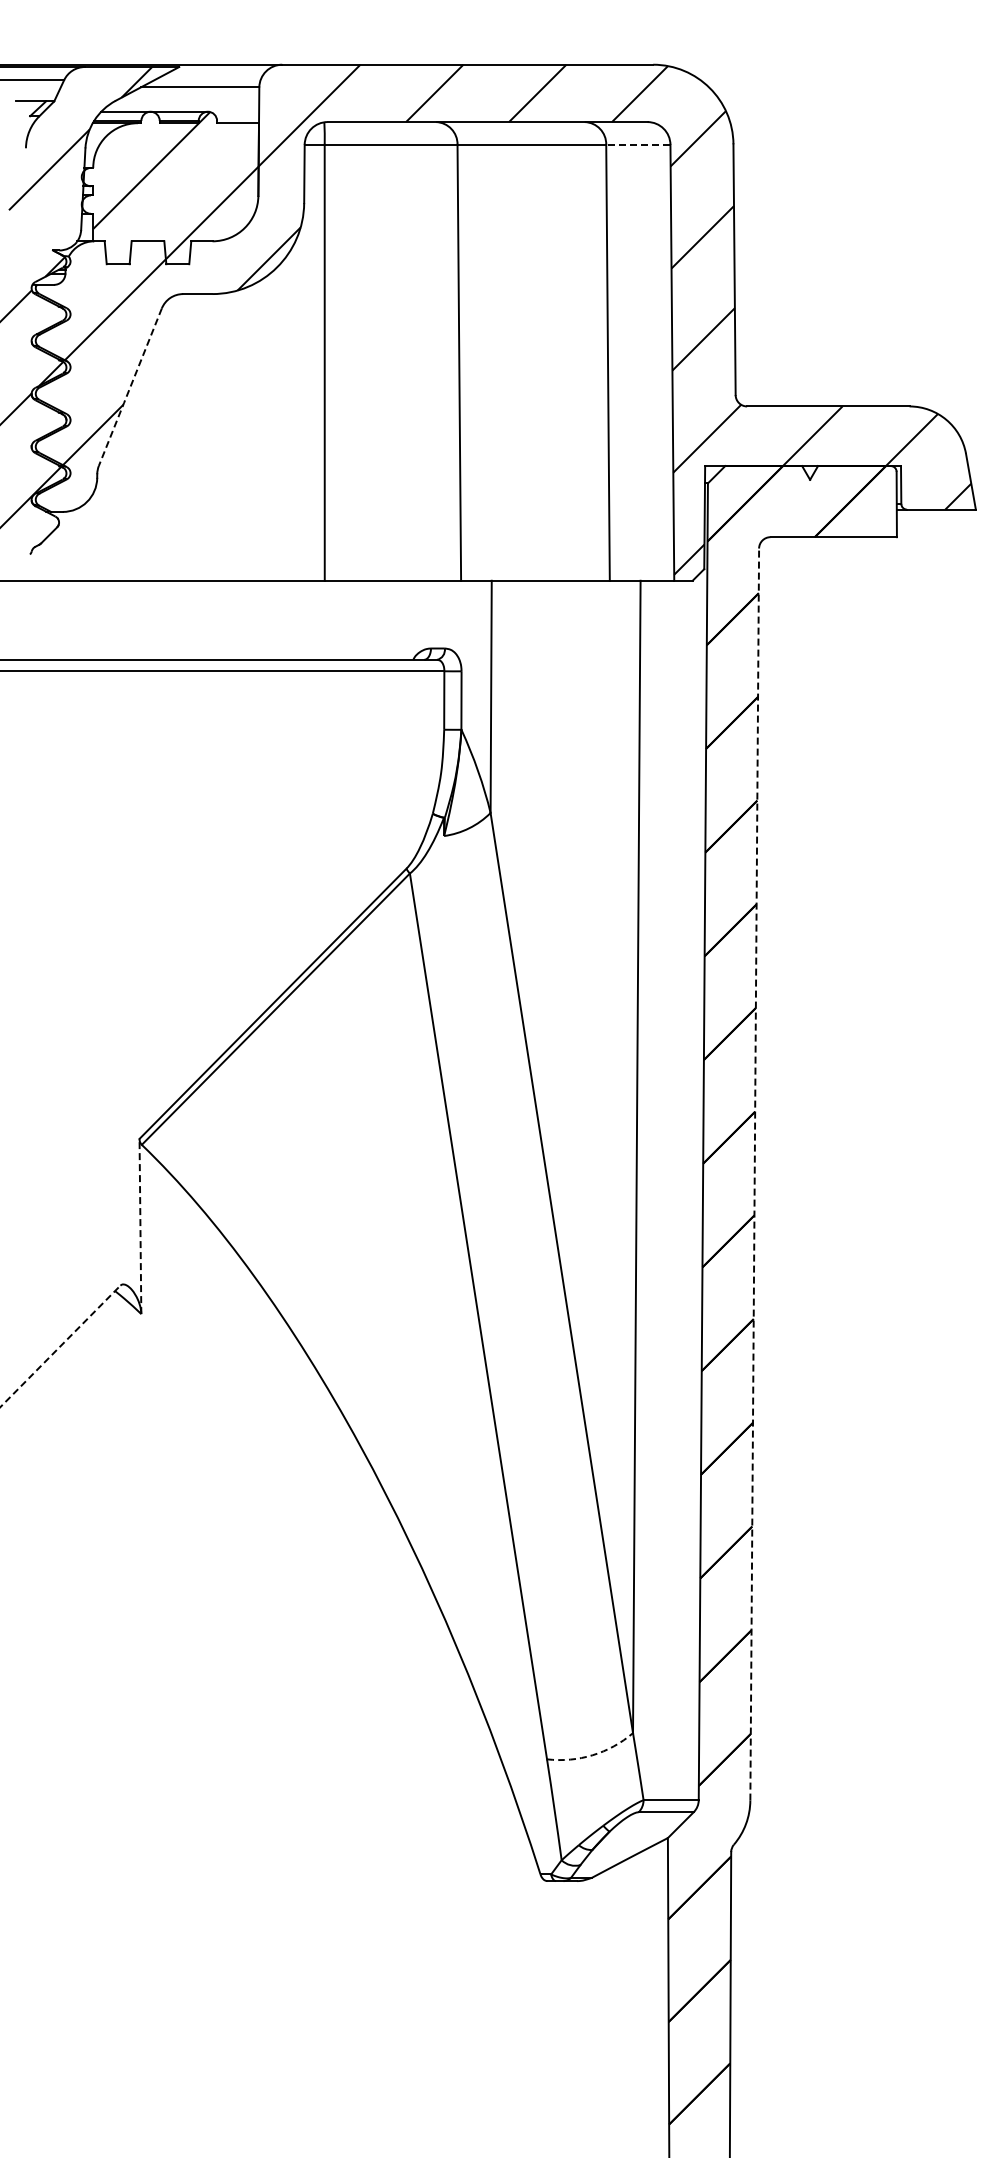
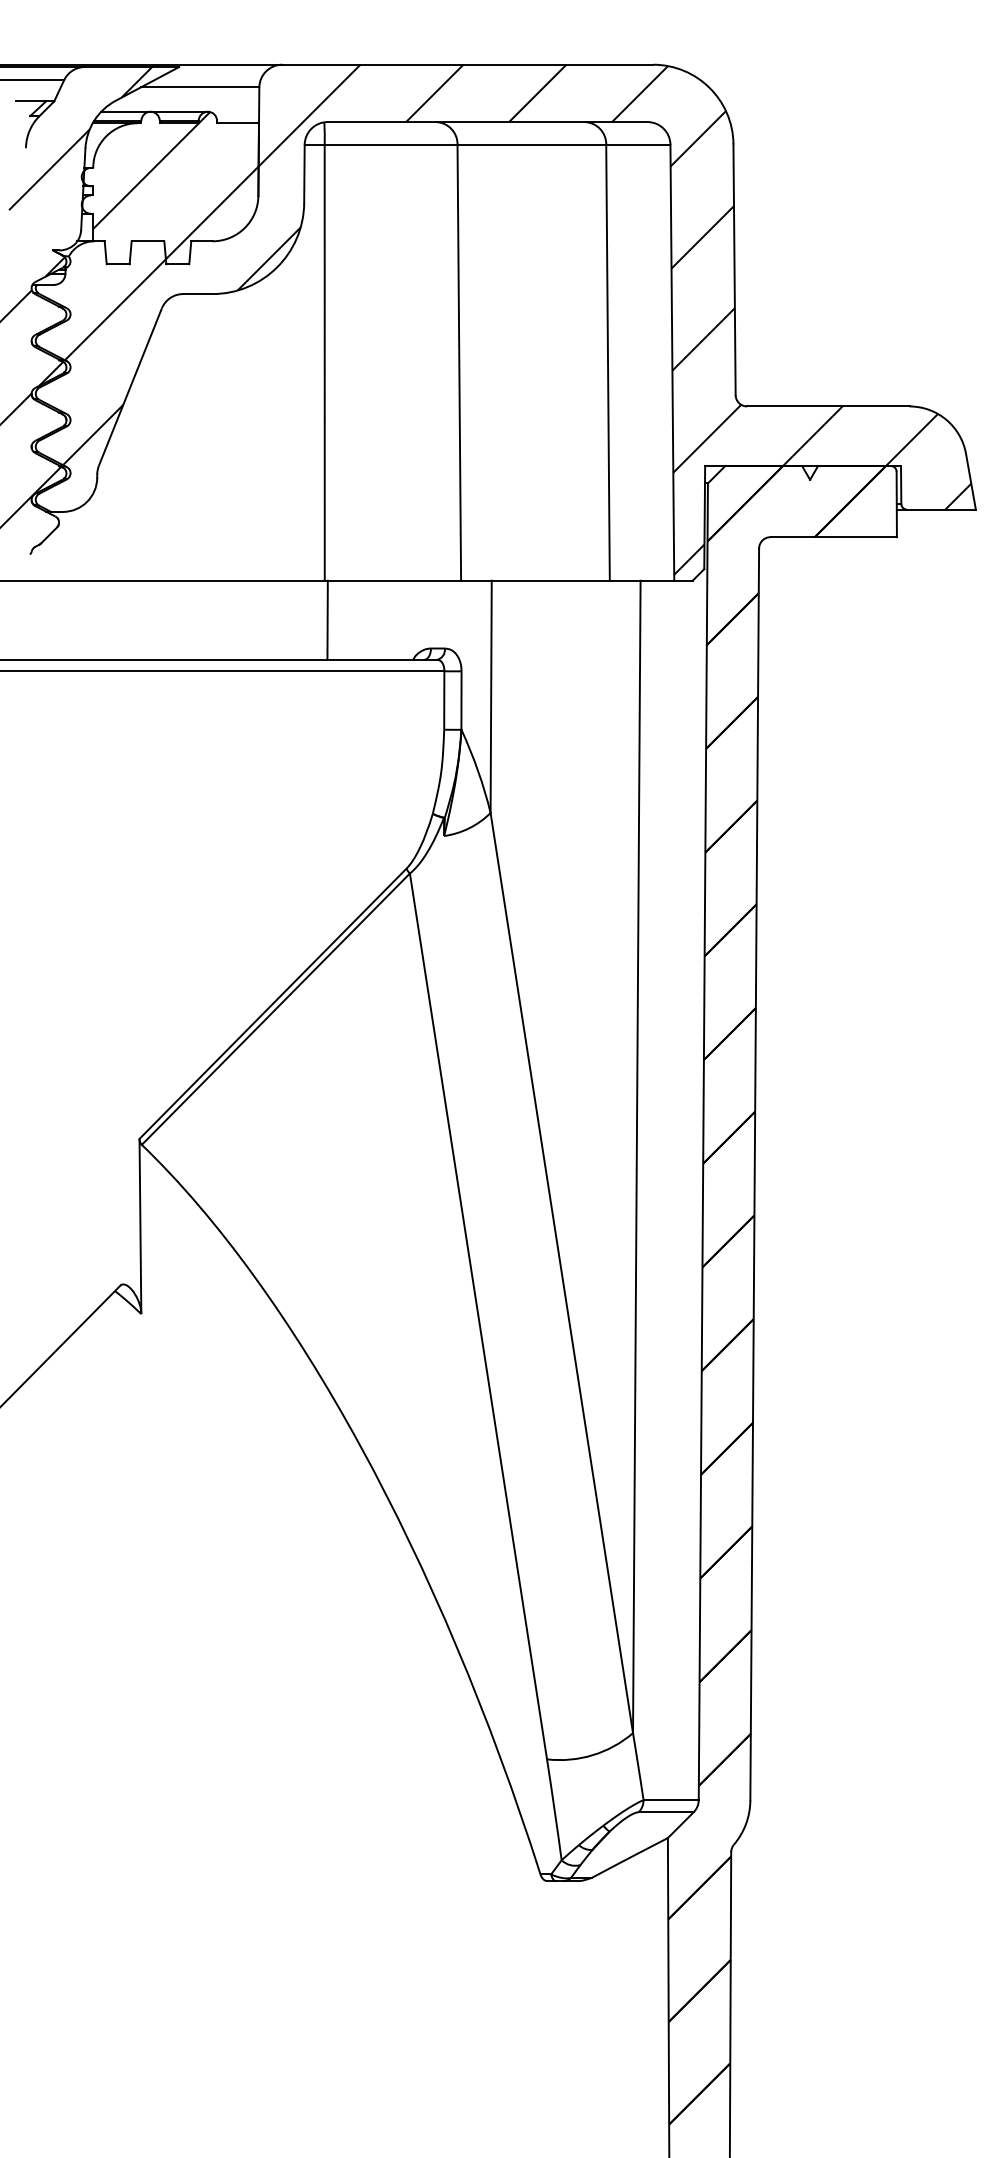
line at (637, 144): dashed -> solid
line at (130, 387): dashed -> solid
line at (327, 619): none -> present
line at (754, 1174): dashed -> solid
line at (140, 1227): dashed -> solid
line at (60, 1346): dashed -> solid
arc at (592, 1755): dashed -> solid
